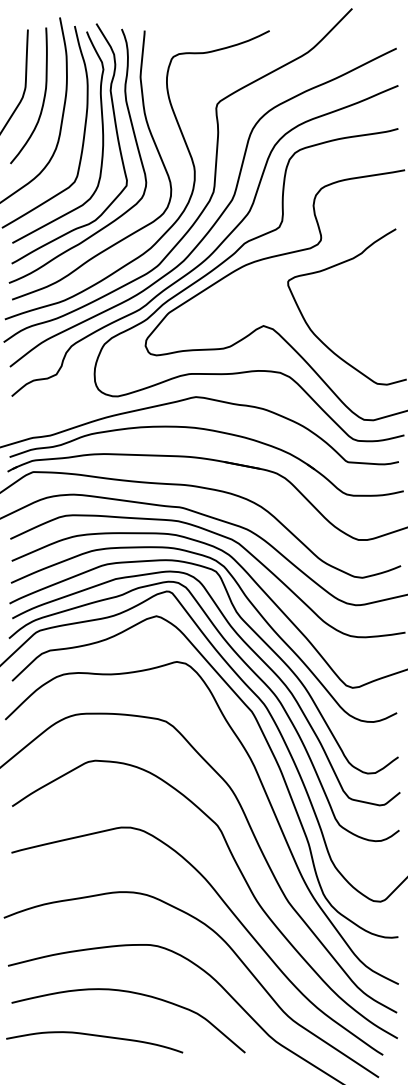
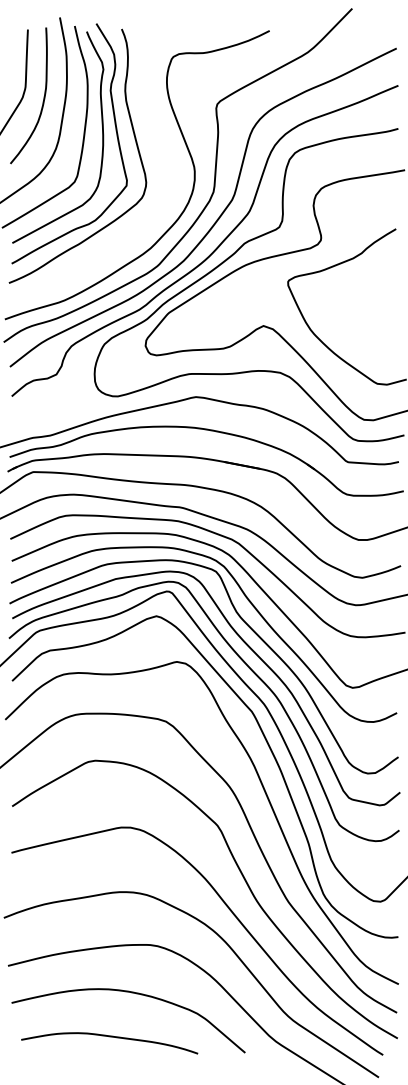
curve at (152, 140): present -> none
curve at (94, 1036) position: (94, 1036) -> (109, 1037)
